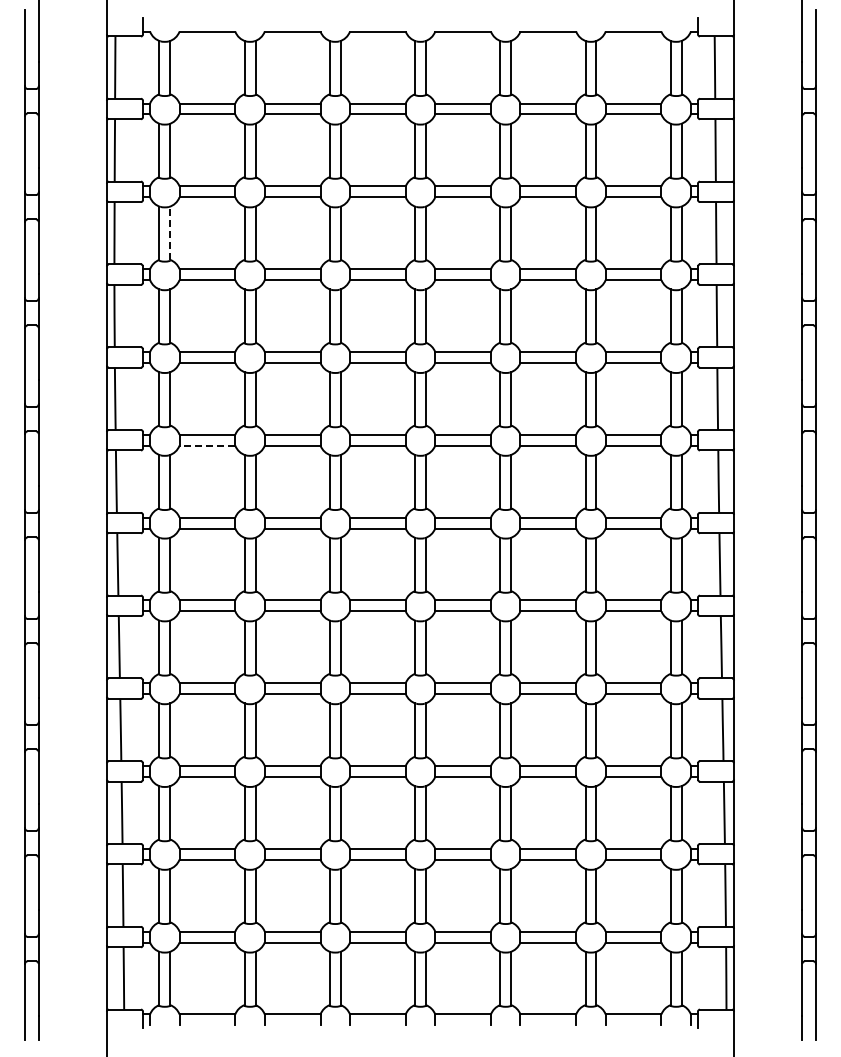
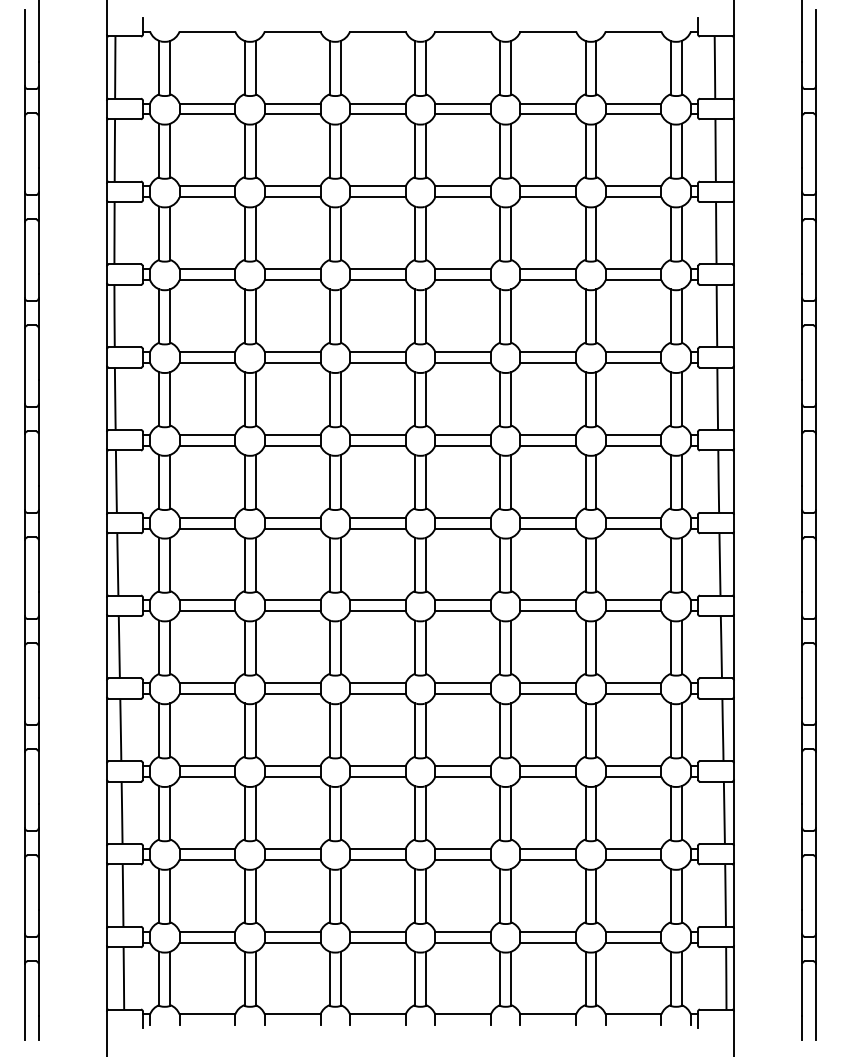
line at (170, 233): dashed -> solid
line at (207, 445): dashed -> solid
